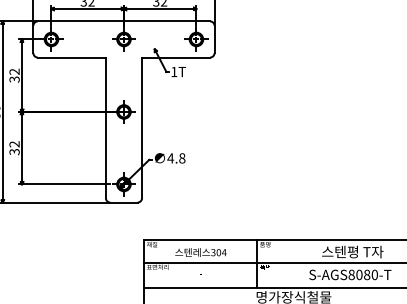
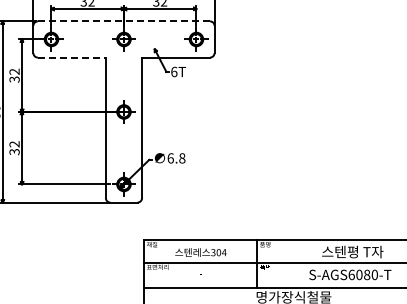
line at (123, 21): solid -> dashed
line at (71, 57): solid -> dashed
text at (174, 71): 1T -> 6T
text at (170, 158): 4.8 -> 6.8
text at (351, 274): S-AGS8080-T -> S-AGS6080-T
